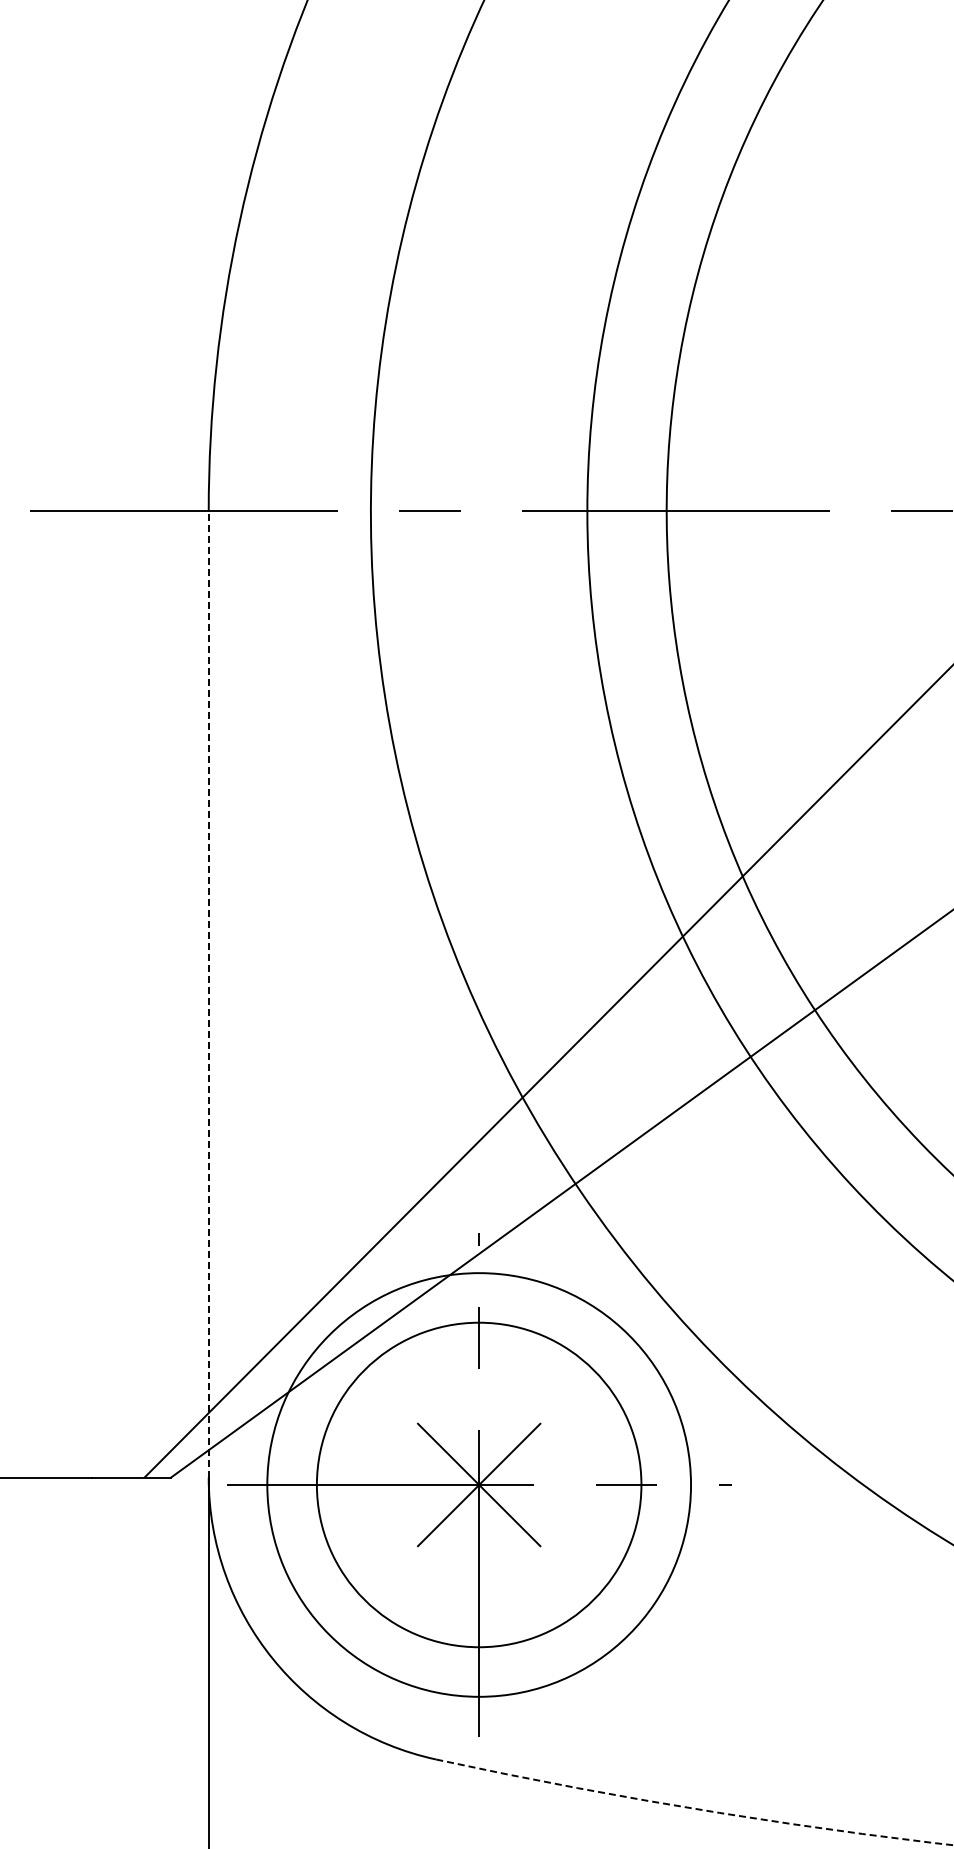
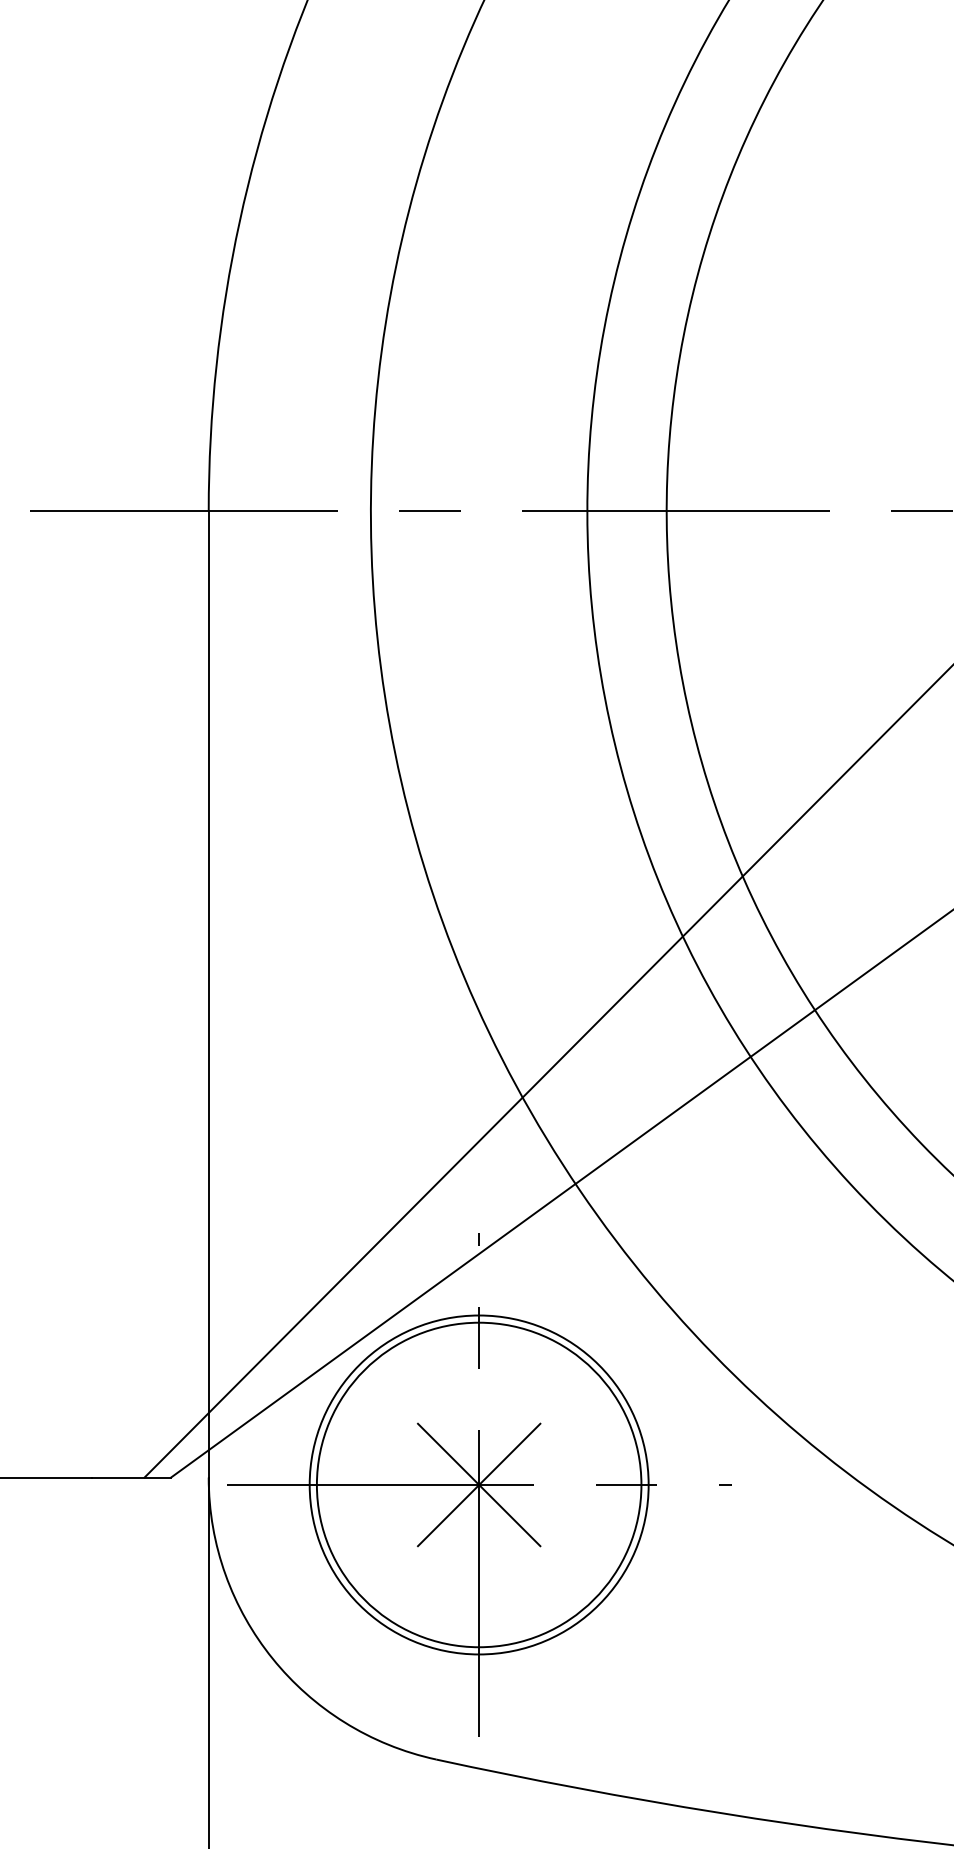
line at (208, 993): dashed -> solid
circle at (479, 1484) diameter: 424 px -> 339 px
arc at (694, 1808): dashed -> solid
